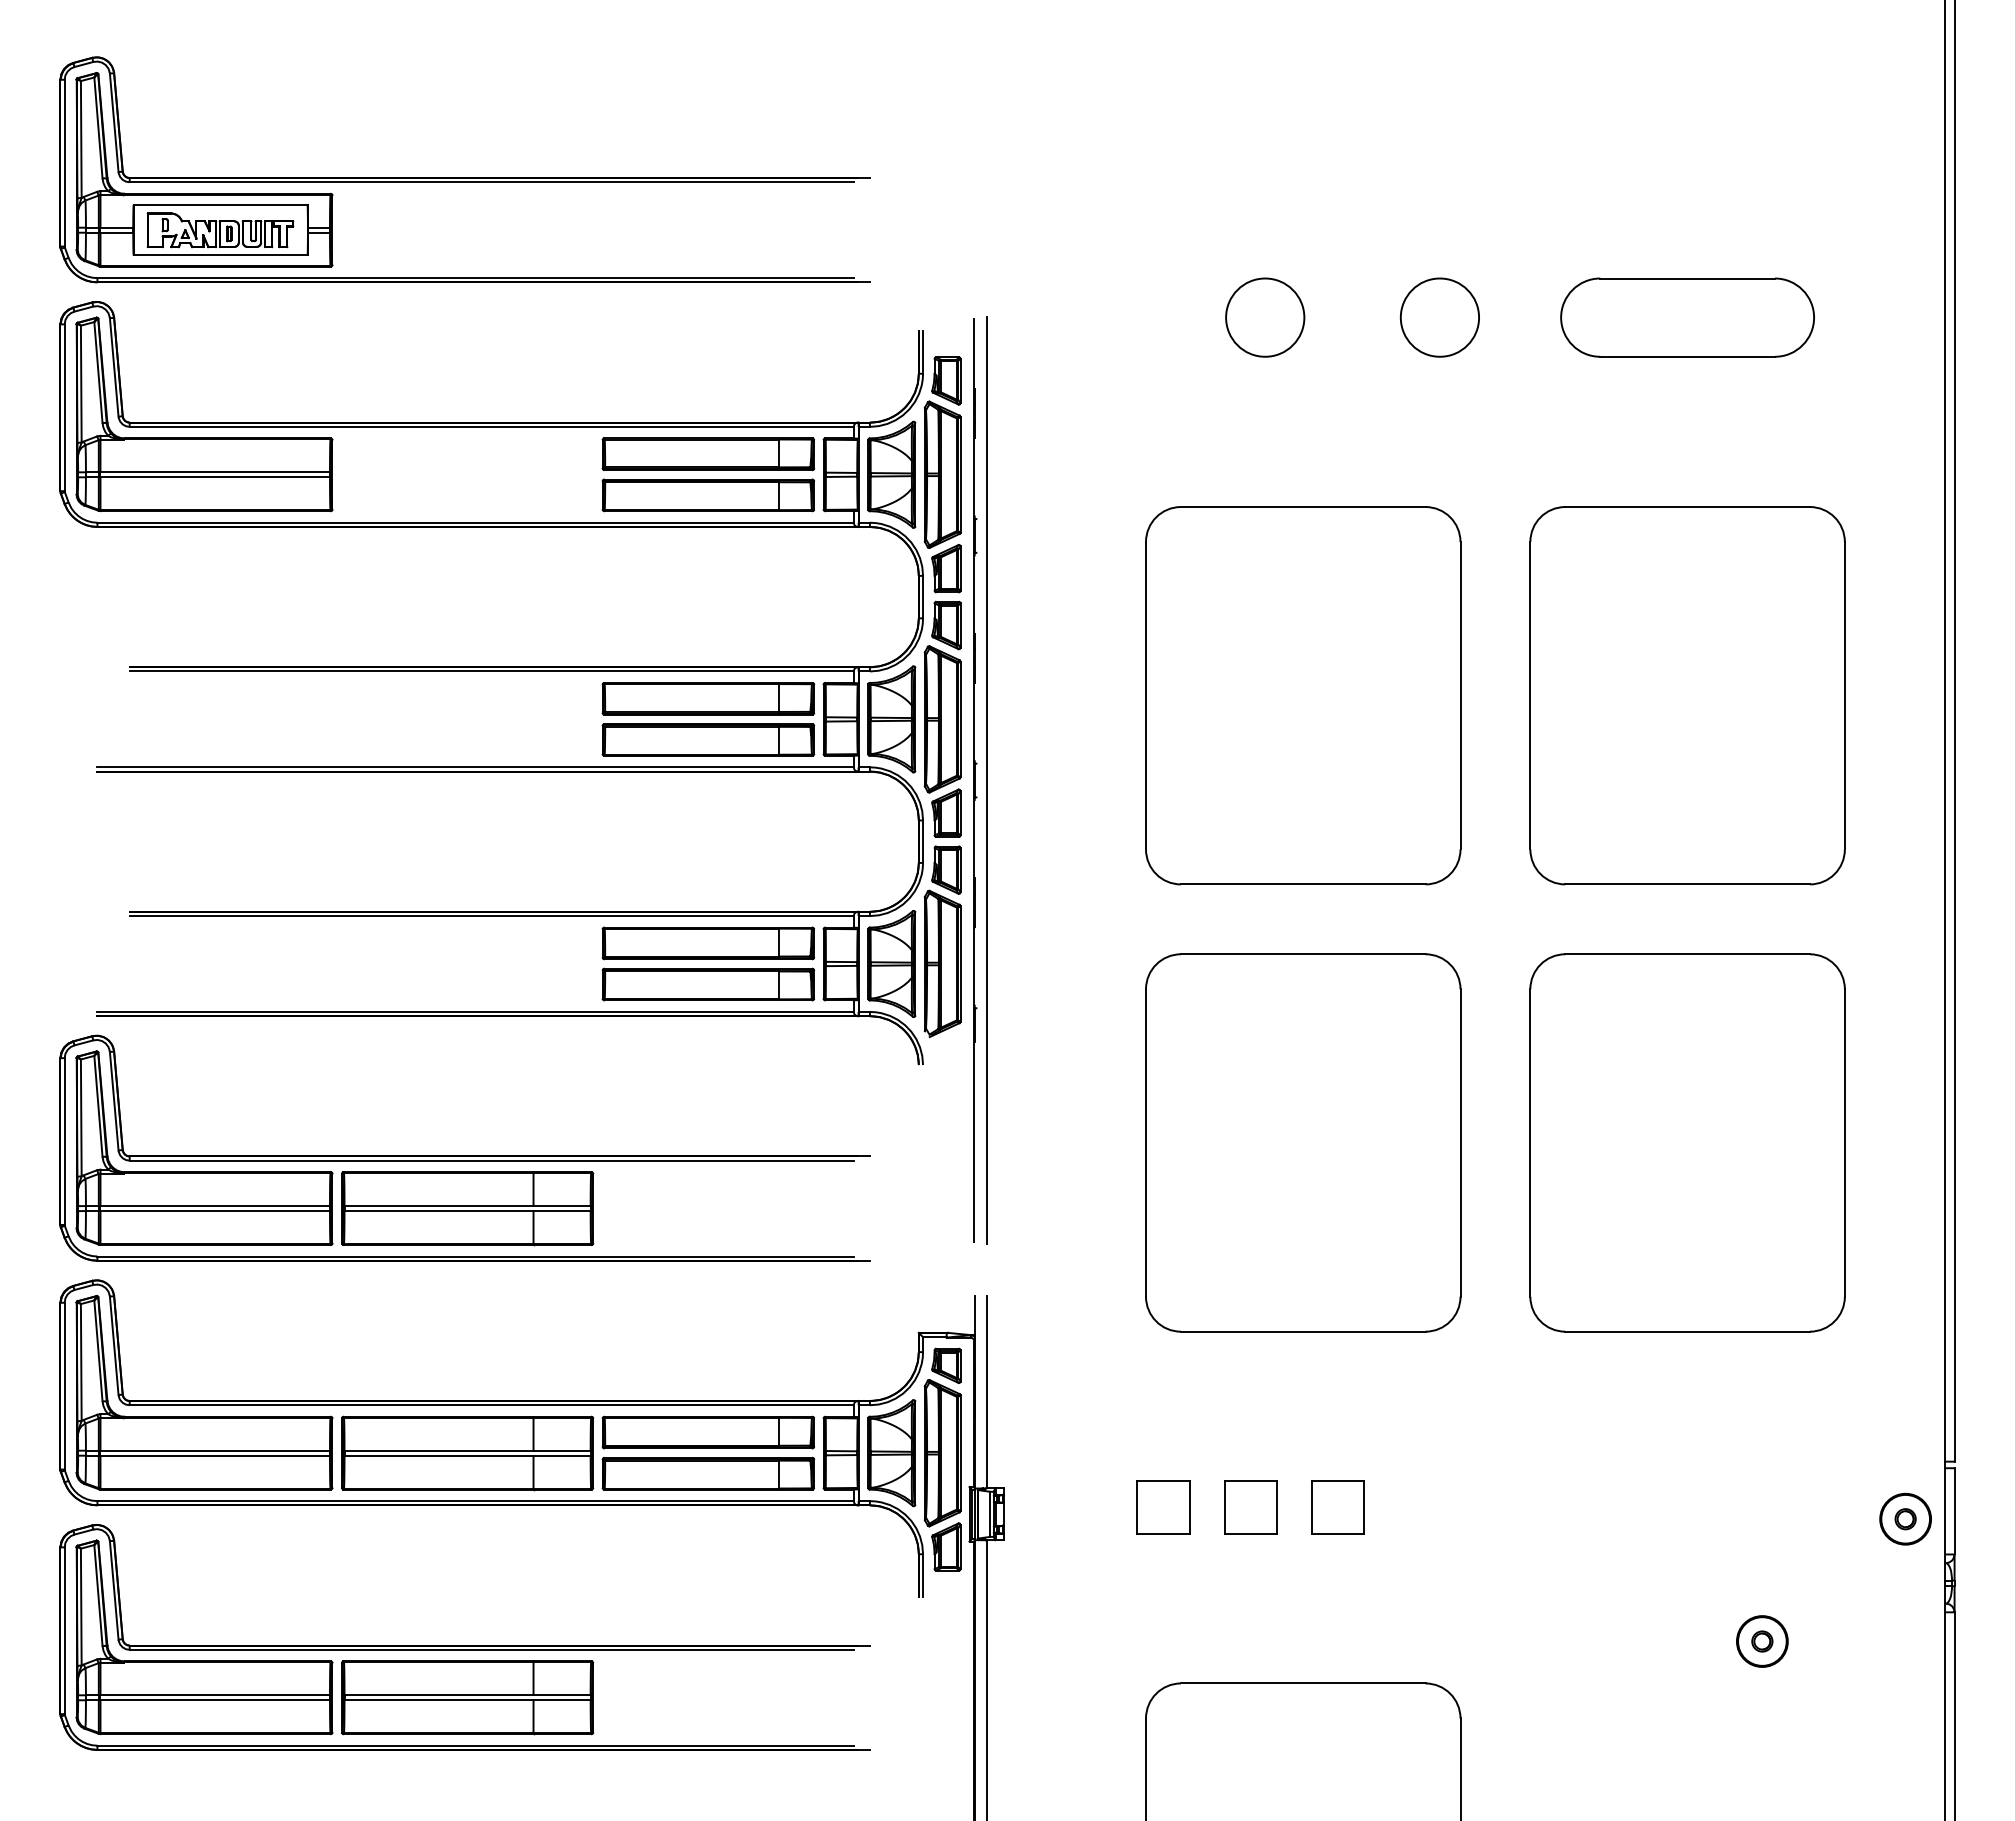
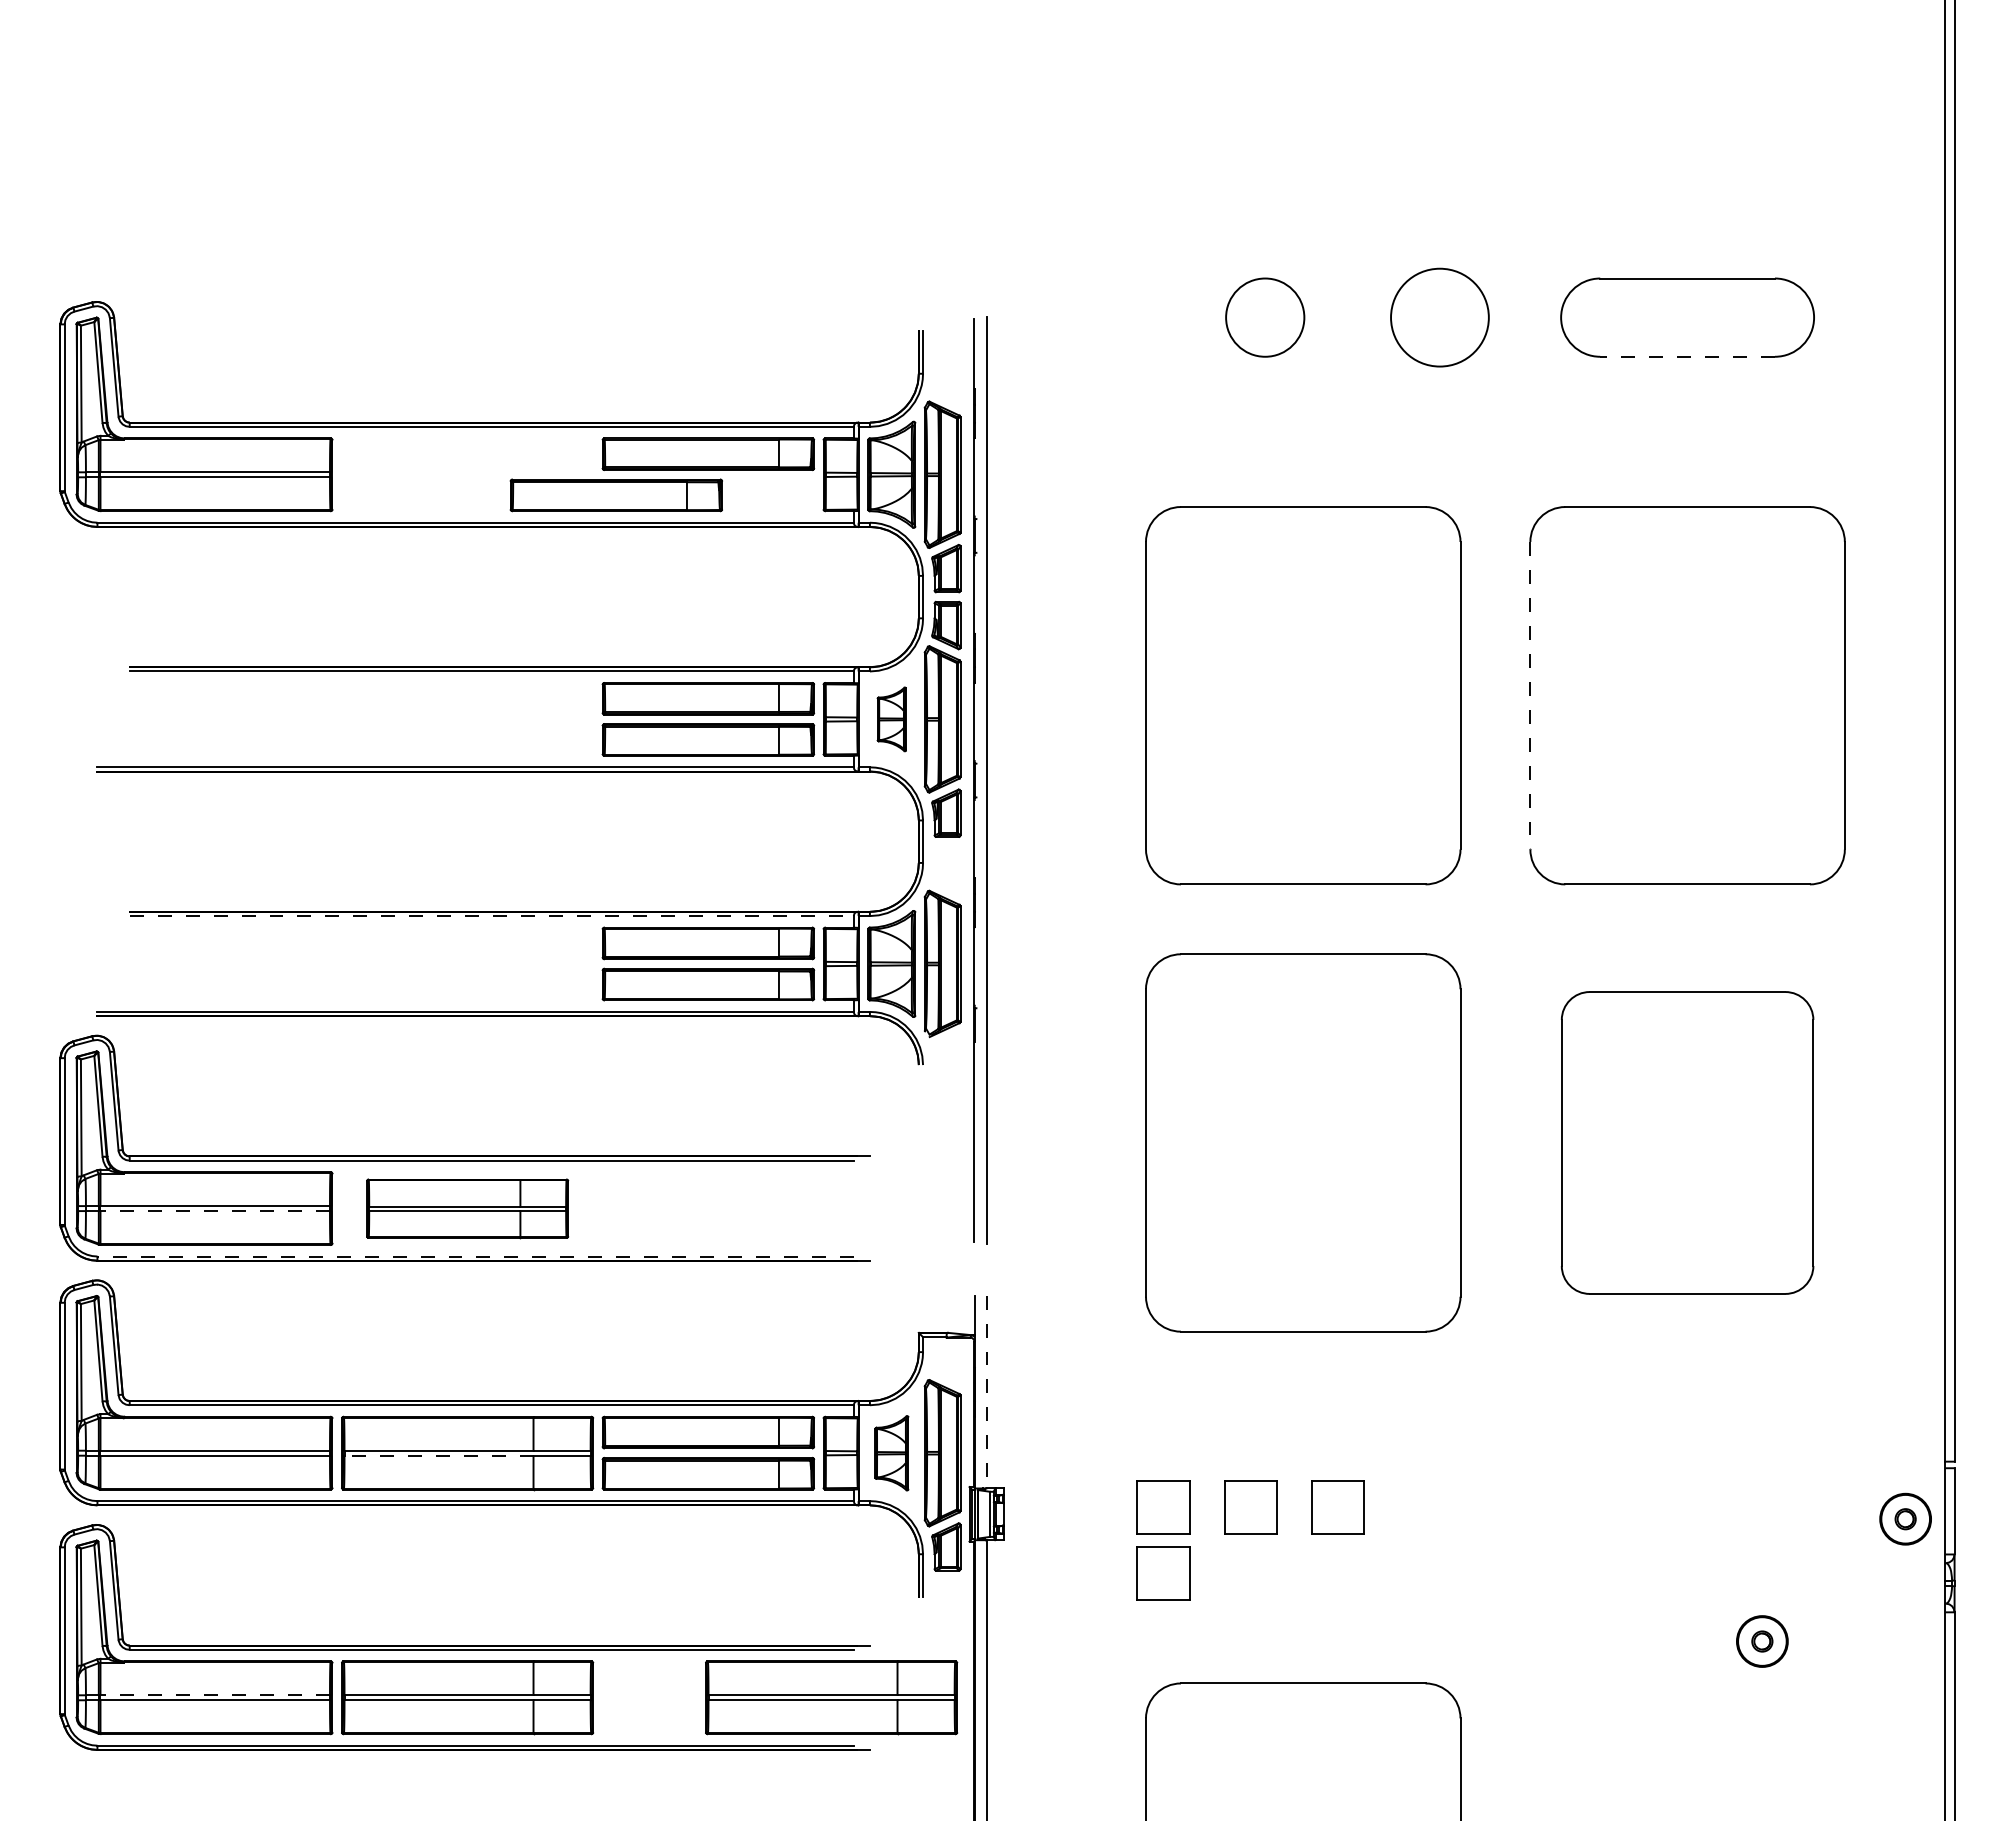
part at (464, 177): present -> none
circle at (1439, 317) diameter: 78 px -> 98 px
line at (1687, 356): solid -> dashed
part at (946, 380): present -> none
part at (707, 495) position: (707, 495) -> (615, 495)
line at (1530, 695): solid -> dashed
part at (891, 719) size: 50x109 px -> 31x67 px
part at (946, 869): present -> none
line at (492, 916): solid -> dashed
part at (1687, 1142) size: 317x380 px -> 255x304 px
part at (467, 1208) size: 254x76 px -> 204x62 px
line at (215, 1211): solid -> dashed
line at (475, 1256): solid -> dashed
part at (946, 1365): present -> none
line at (987, 1392): solid -> dashed
part at (891, 1453) size: 50x109 px -> 36x77 px
line at (439, 1455): solid -> dashed
part at (1163, 1573): none -> present
line at (215, 1695): solid -> dashed
part at (831, 1697): none -> present
